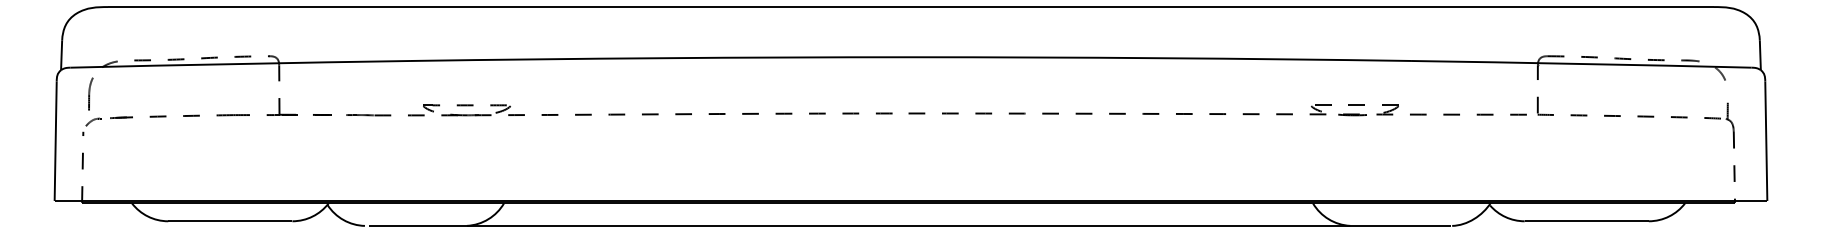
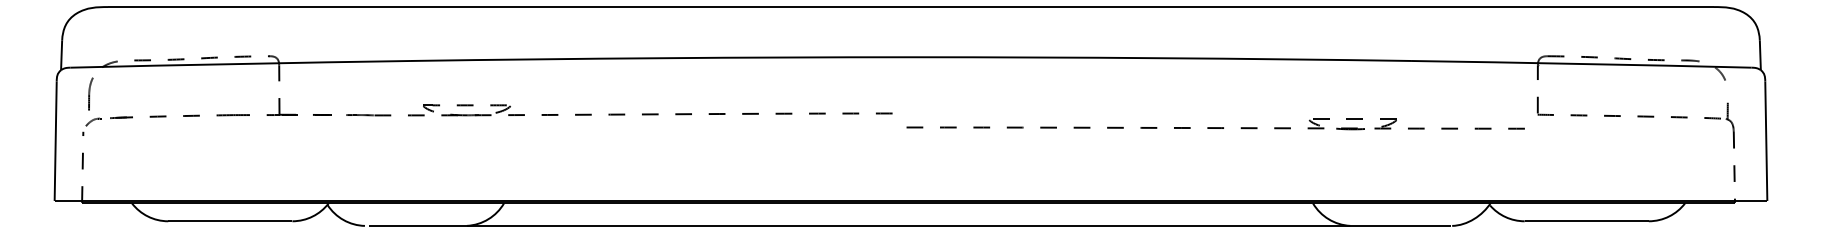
part at (1217, 110) position: (1217, 110) -> (1215, 124)
